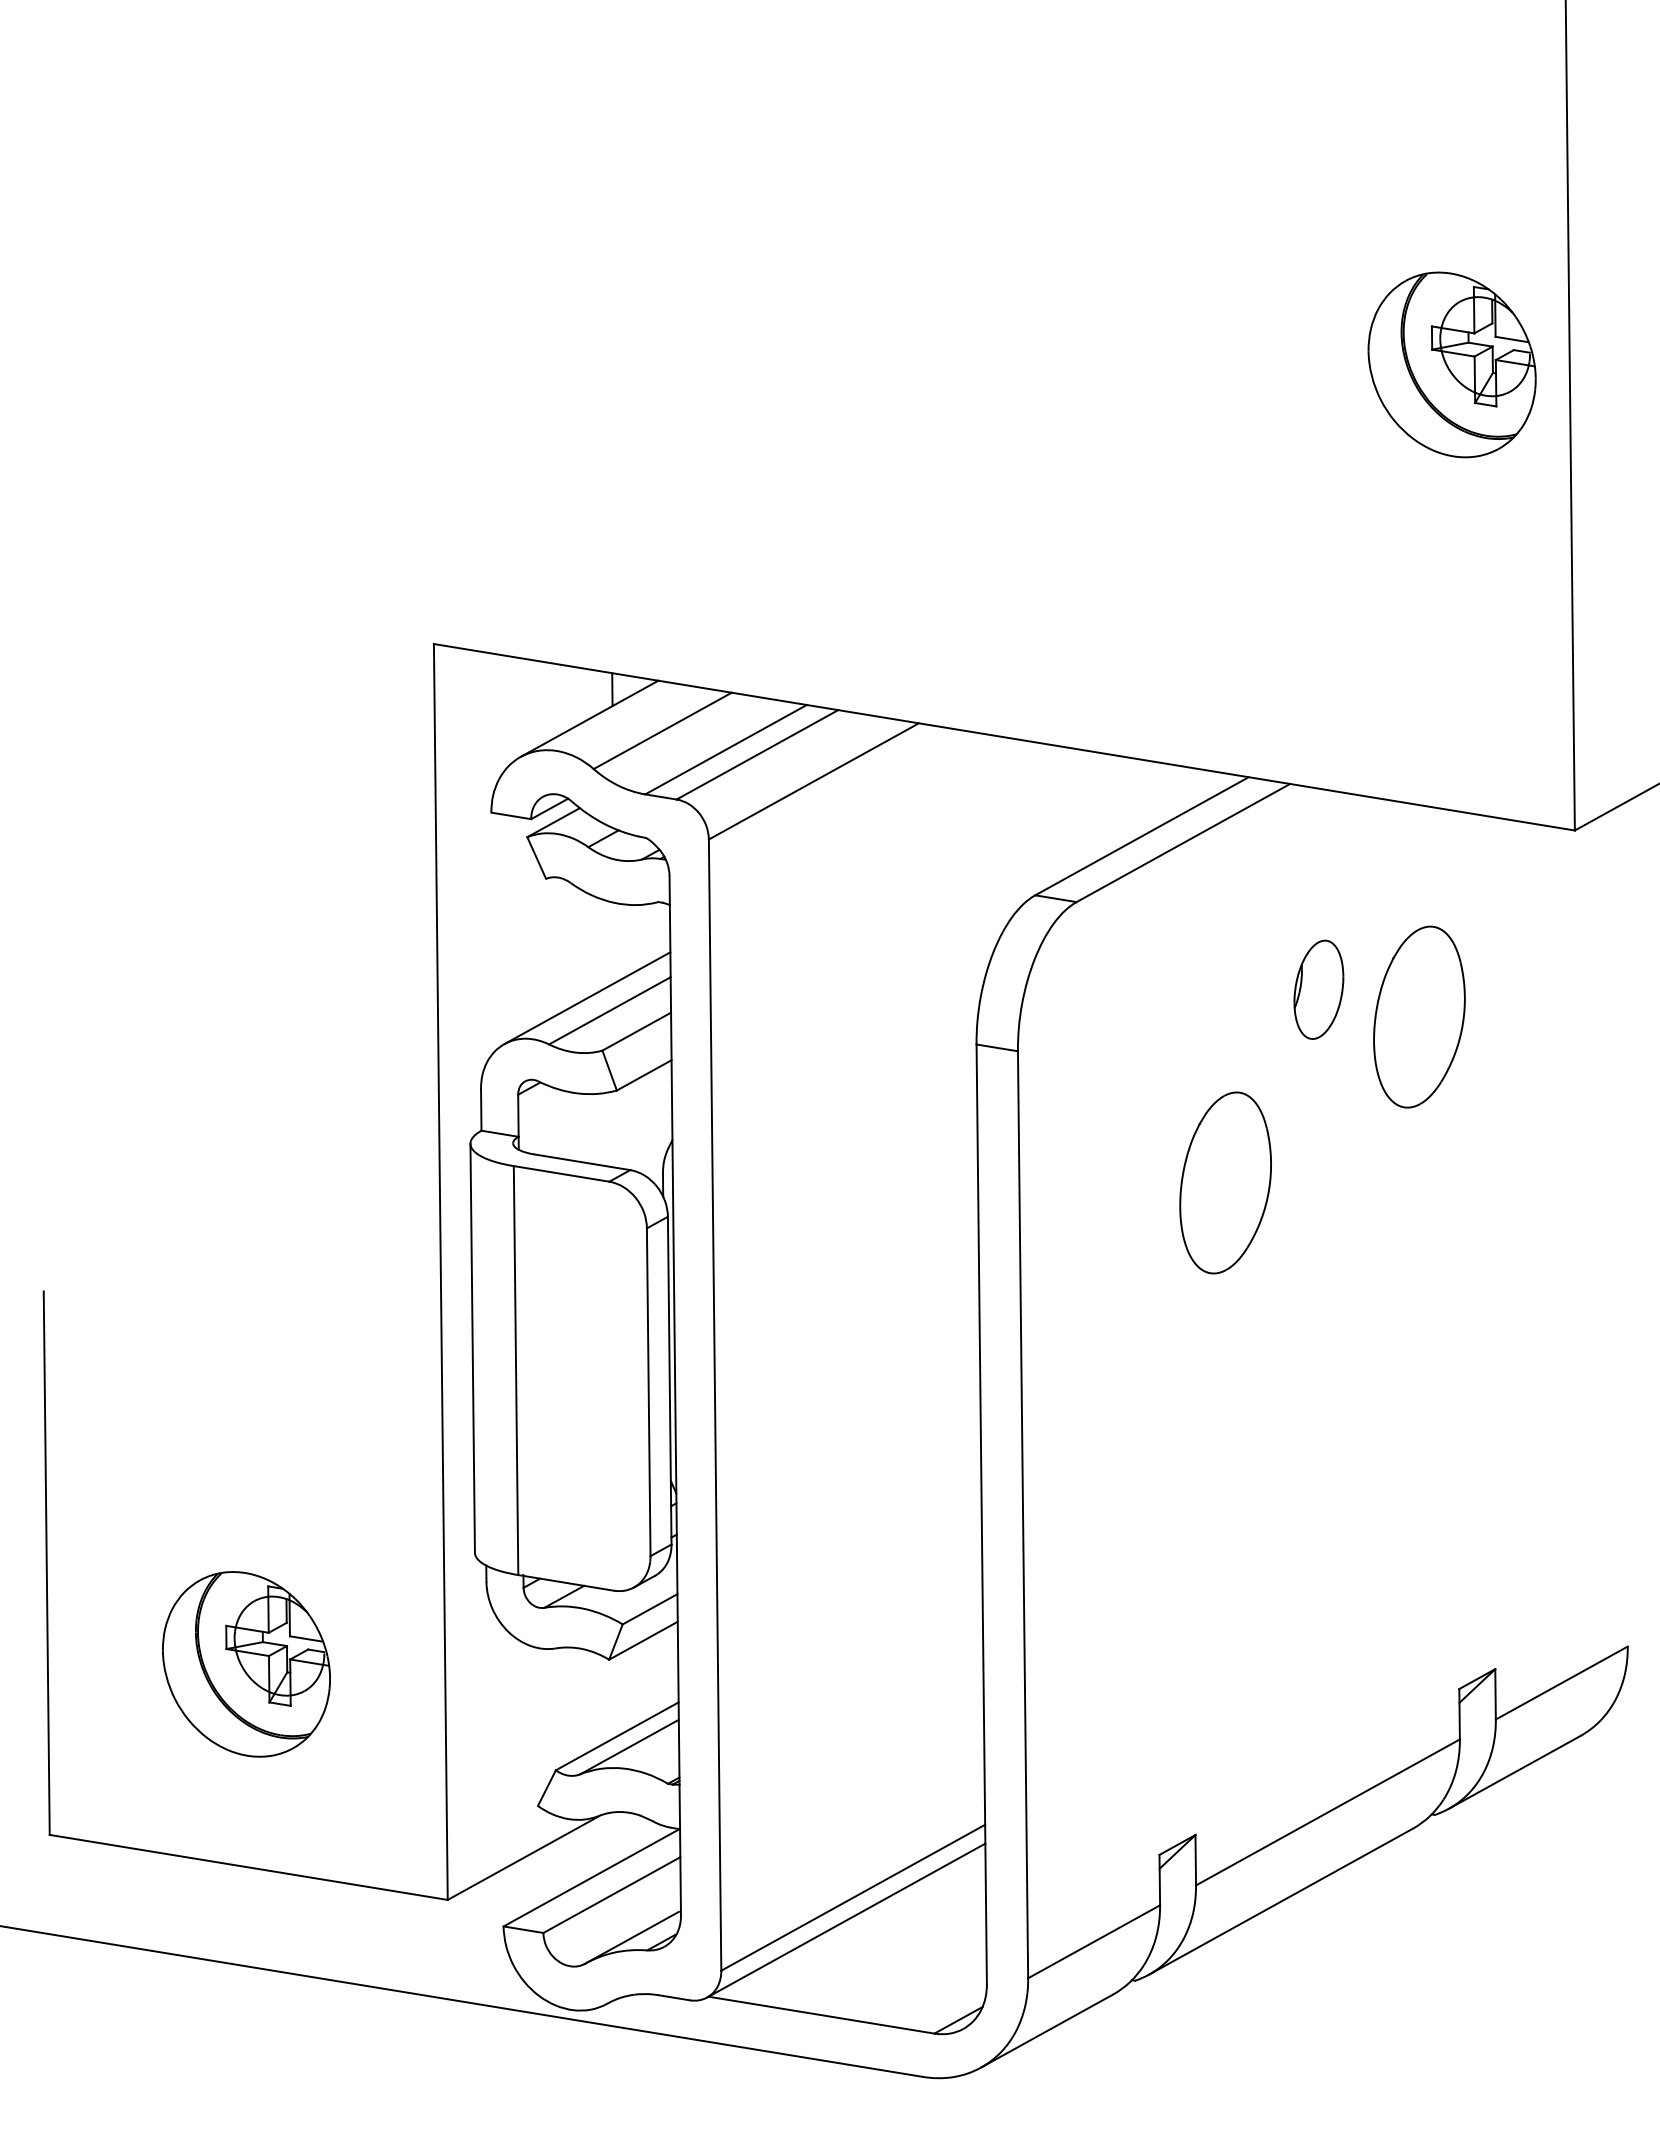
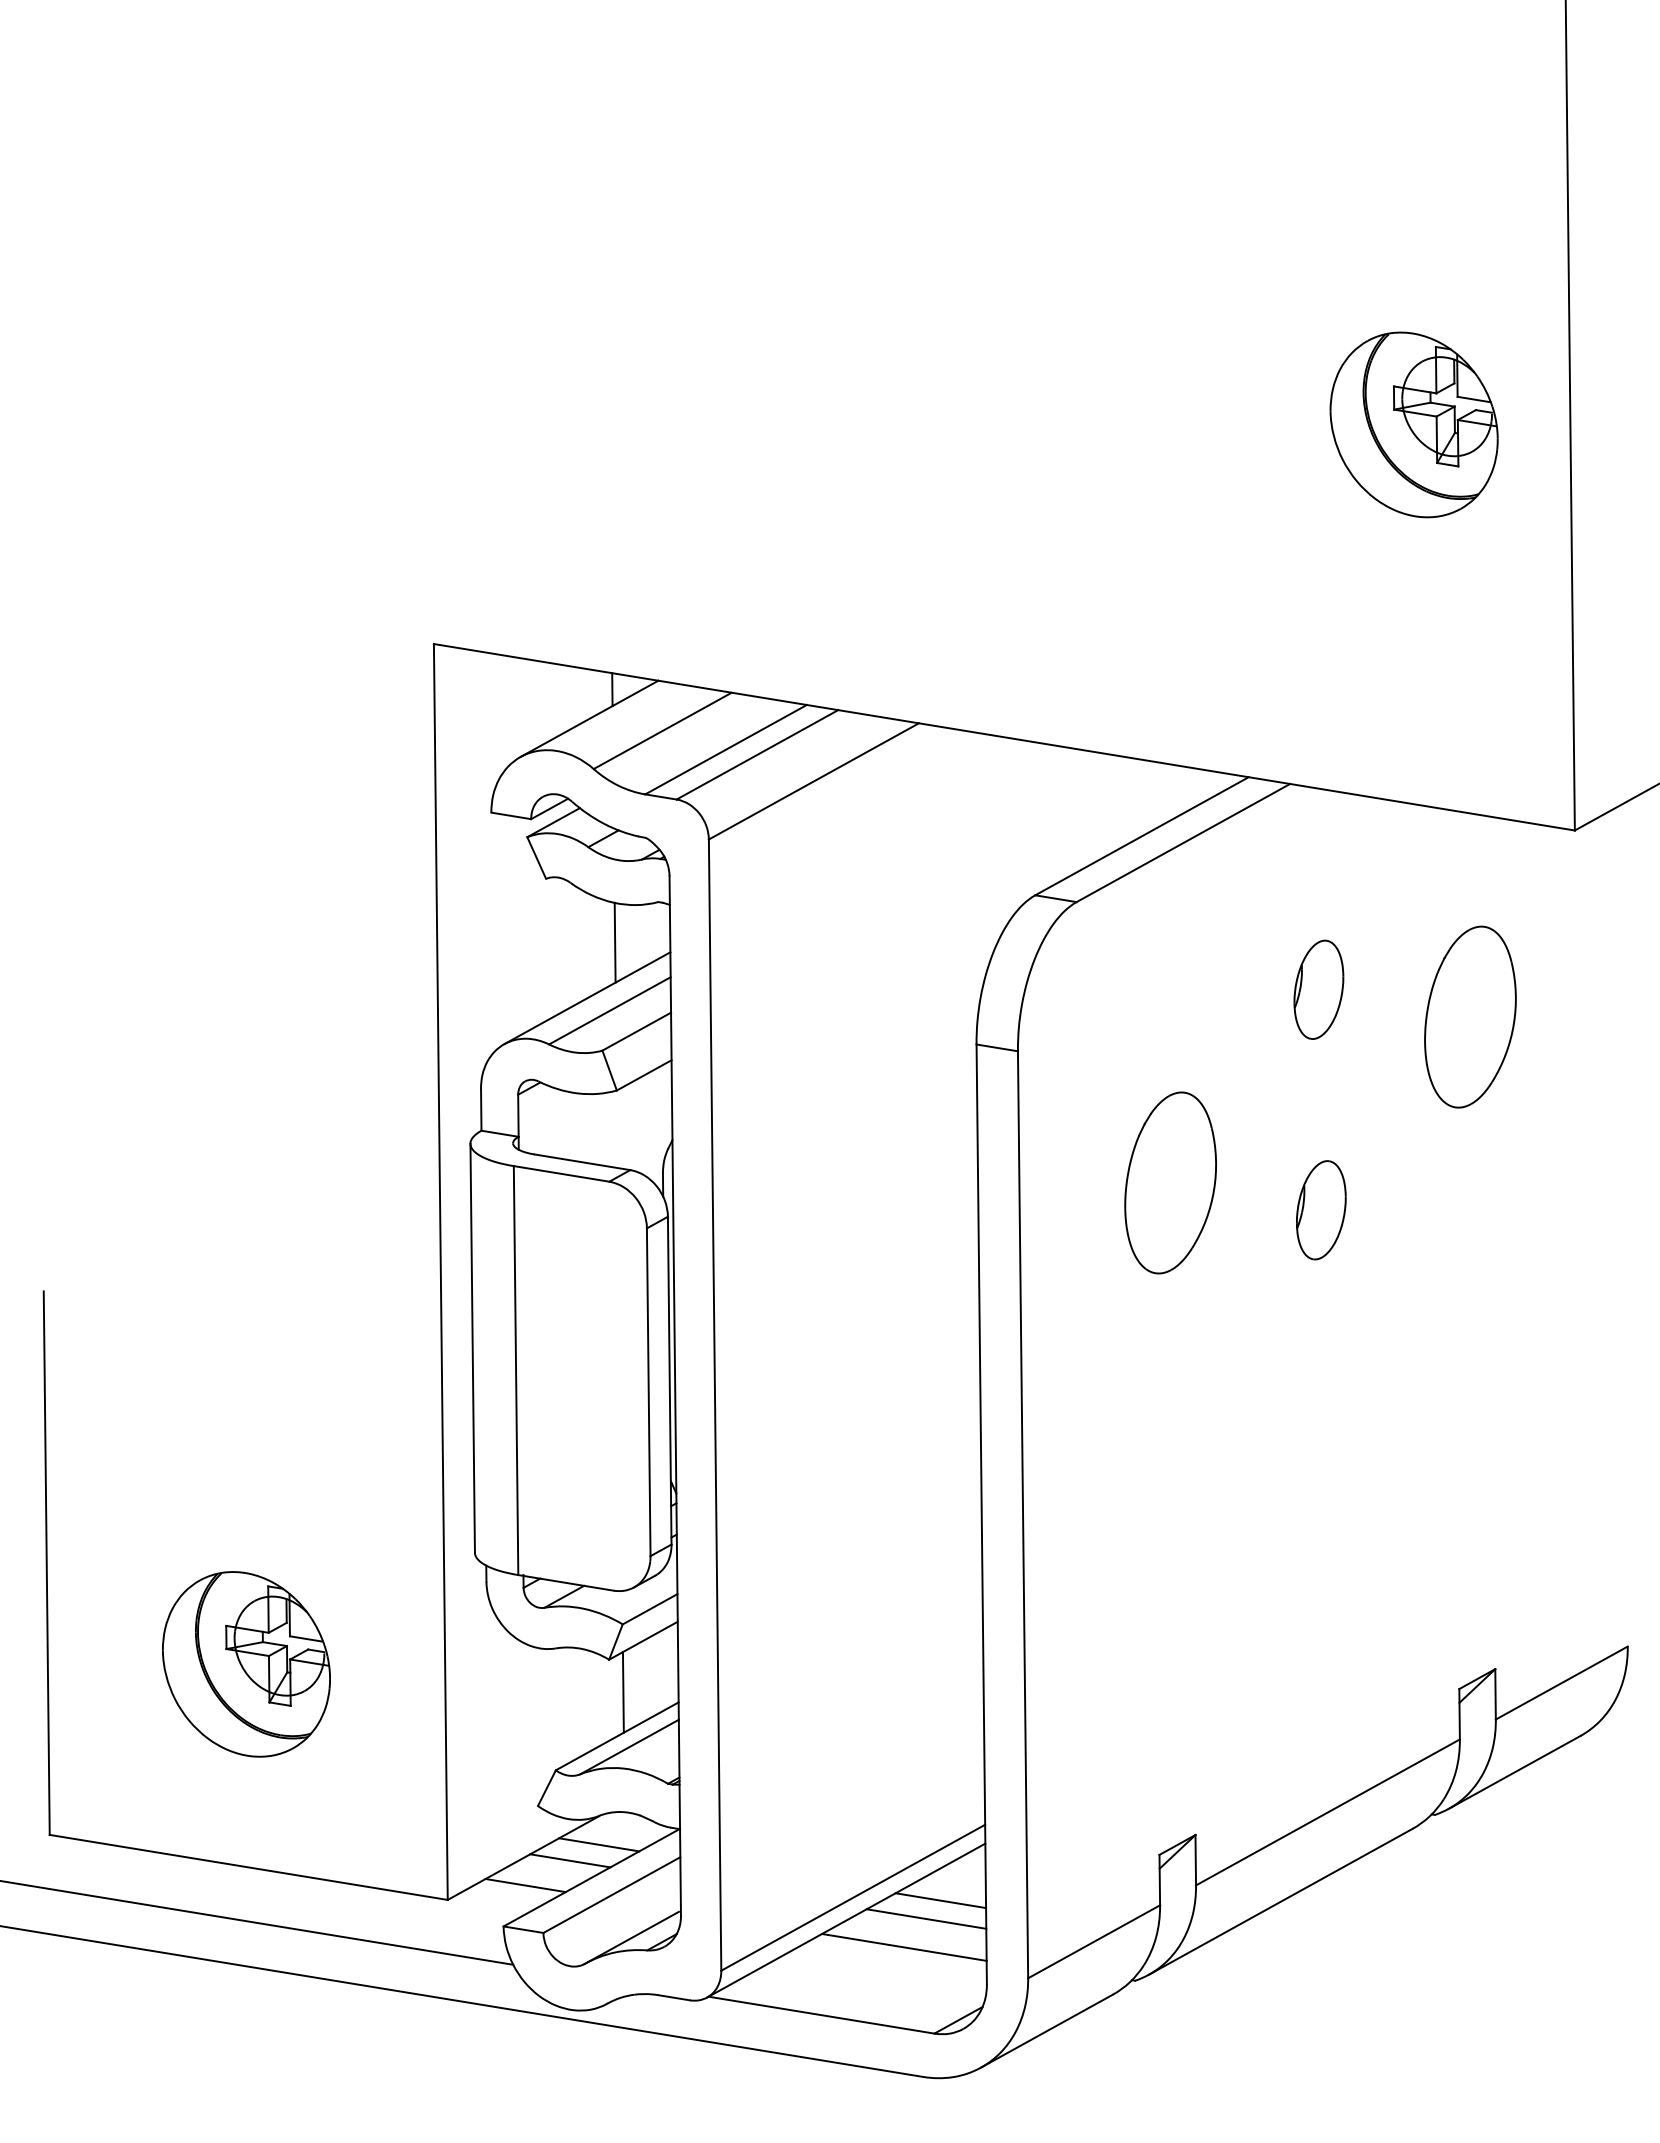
part at (1451, 364) position: (1451, 364) -> (1413, 424)
line at (614, 942): none -> present
part at (1419, 1016) position: (1419, 1016) -> (1470, 1016)
part at (1225, 1182) position: (1225, 1182) -> (1170, 1182)
part at (1321, 1210): none -> present
line at (622, 1692): none -> present
line at (599, 1844): none -> present
line at (570, 1860): none -> present
line at (525, 1885): none -> present
line at (940, 1900): none -> present
line at (926, 1918): none -> present
line at (257, 1922): none -> present
line at (904, 1946): none -> present
